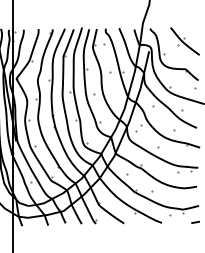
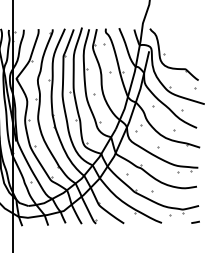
part at (184, 41): present -> none
